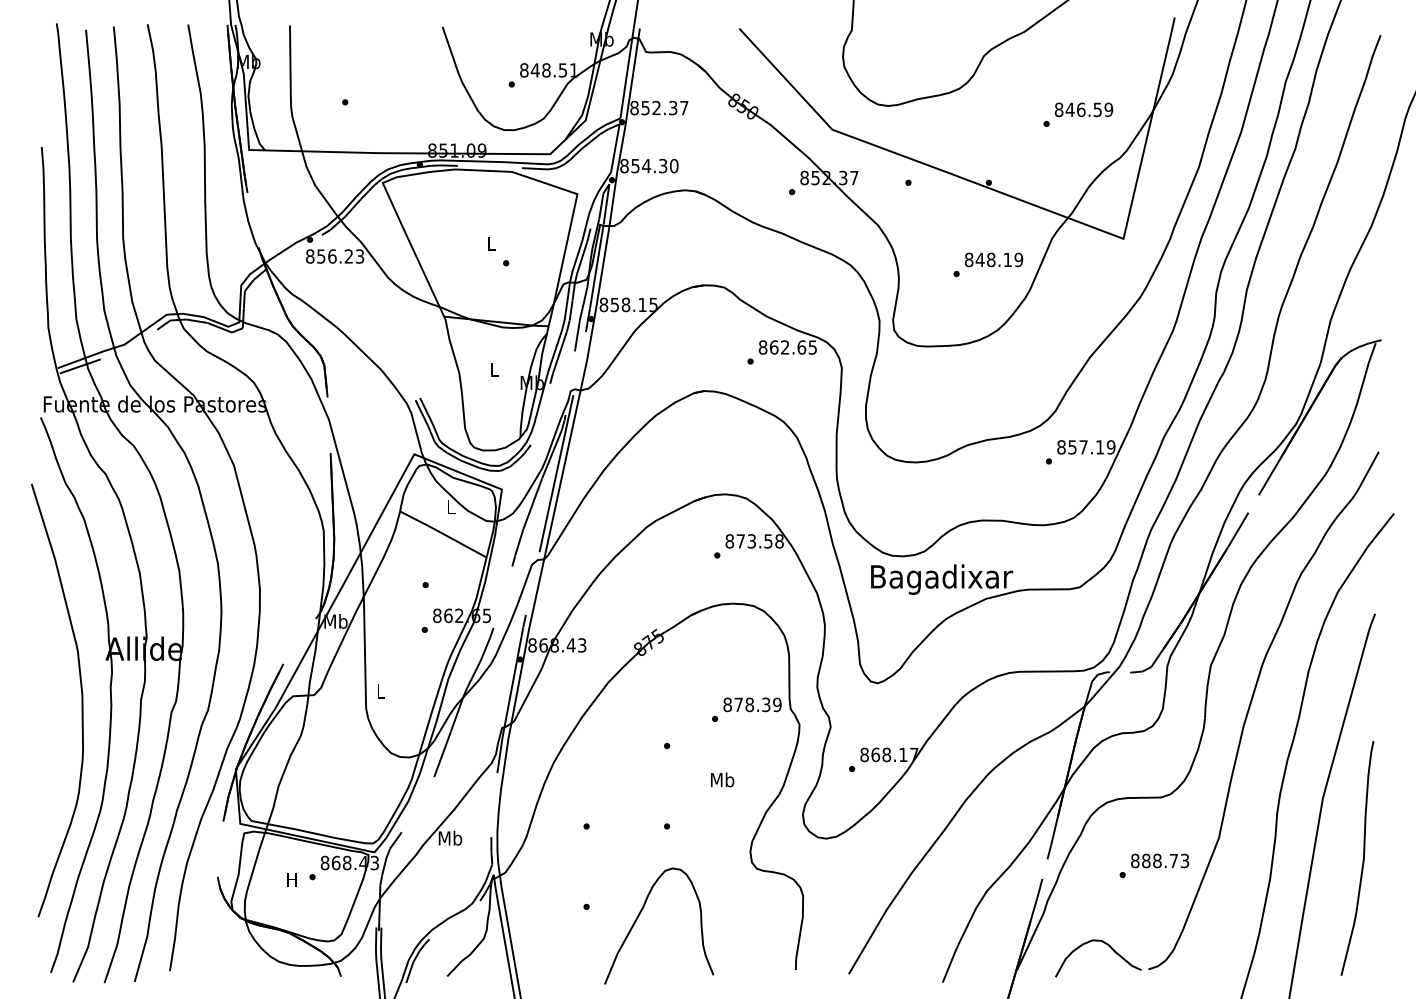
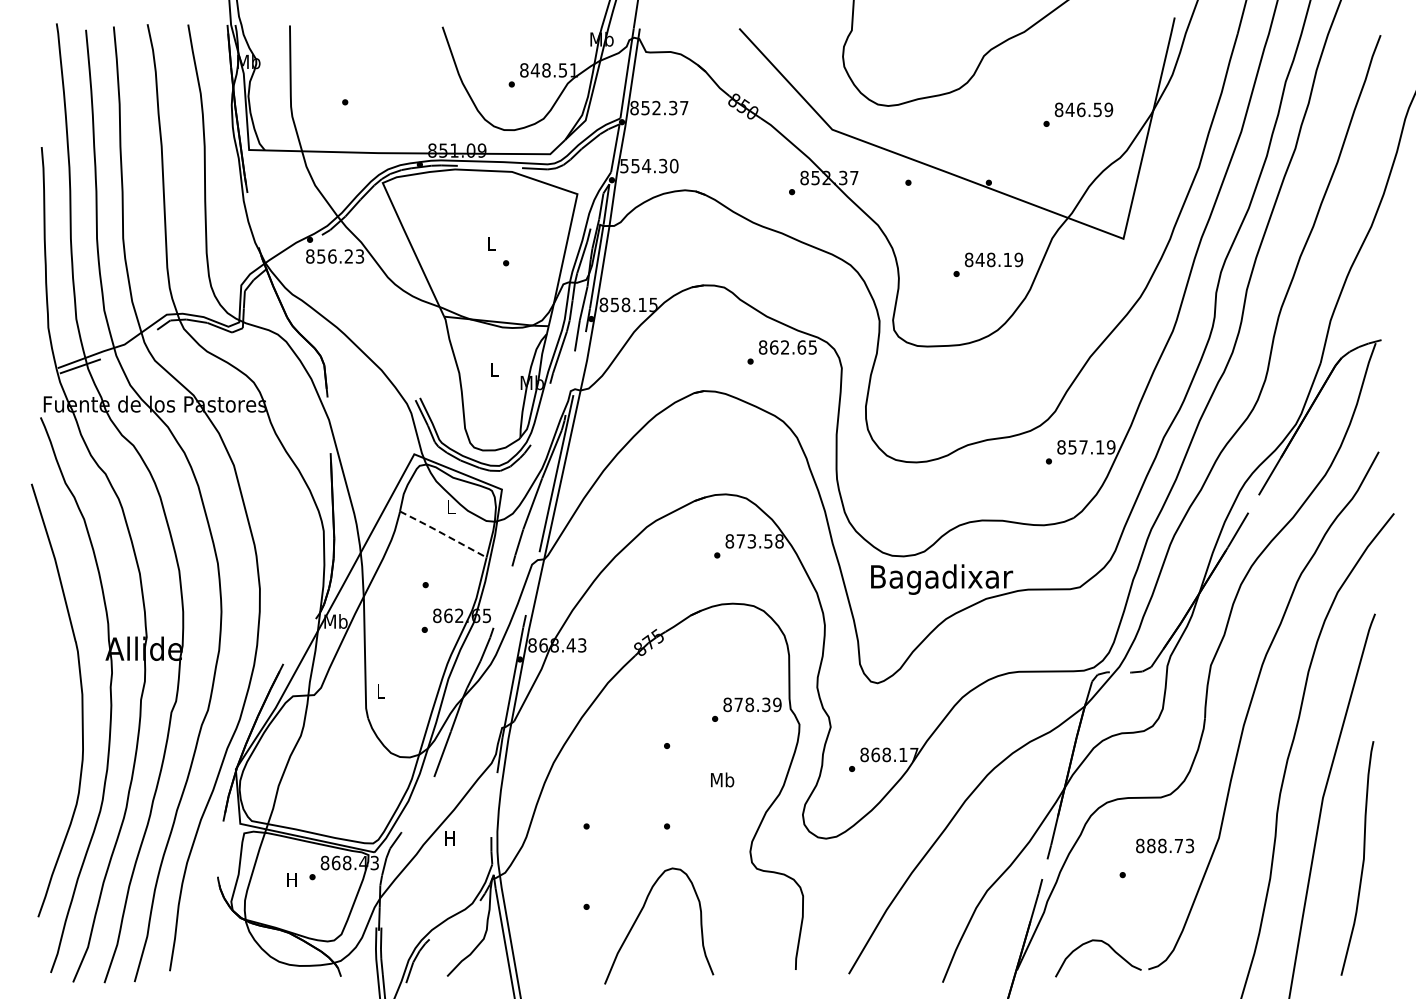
text at (624, 165): 854.30 -> 554.30
line at (442, 533): solid -> dashed
text at (450, 837): Mb -> H
text at (1160, 860) position: (1160, 860) -> (1165, 845)
